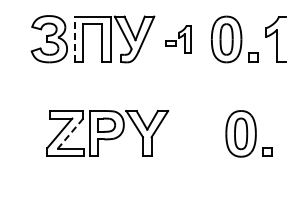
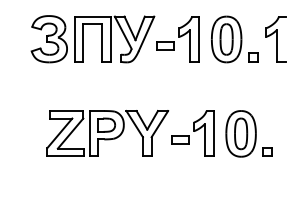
line at (74, 39): dashed -> solid
part at (178, 39) size: 27x29 px -> 44x47 px
line at (70, 133): dashed -> solid
part at (192, 133): none -> present
